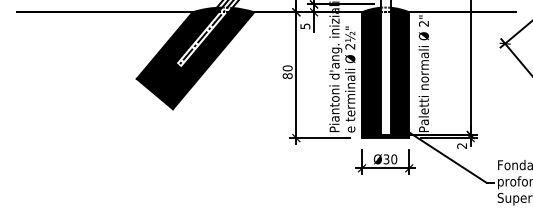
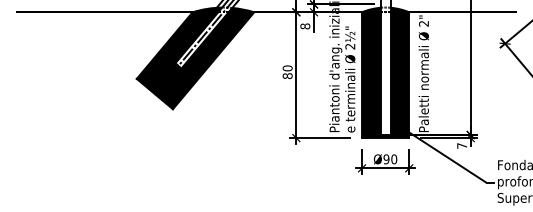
text at (305, 26): 5 -> 8
text at (461, 145): 2 -> 7
text at (386, 159): Ø30 -> Ø90
